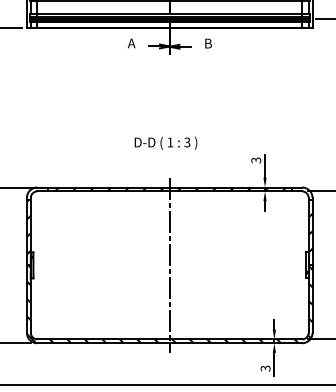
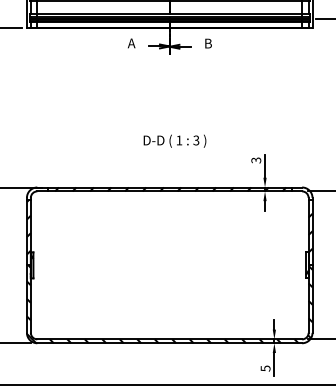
text at (165, 142) position: (165, 142) -> (174, 140)
line at (169, 265): present -> none
text at (264, 368): 3 -> 5
